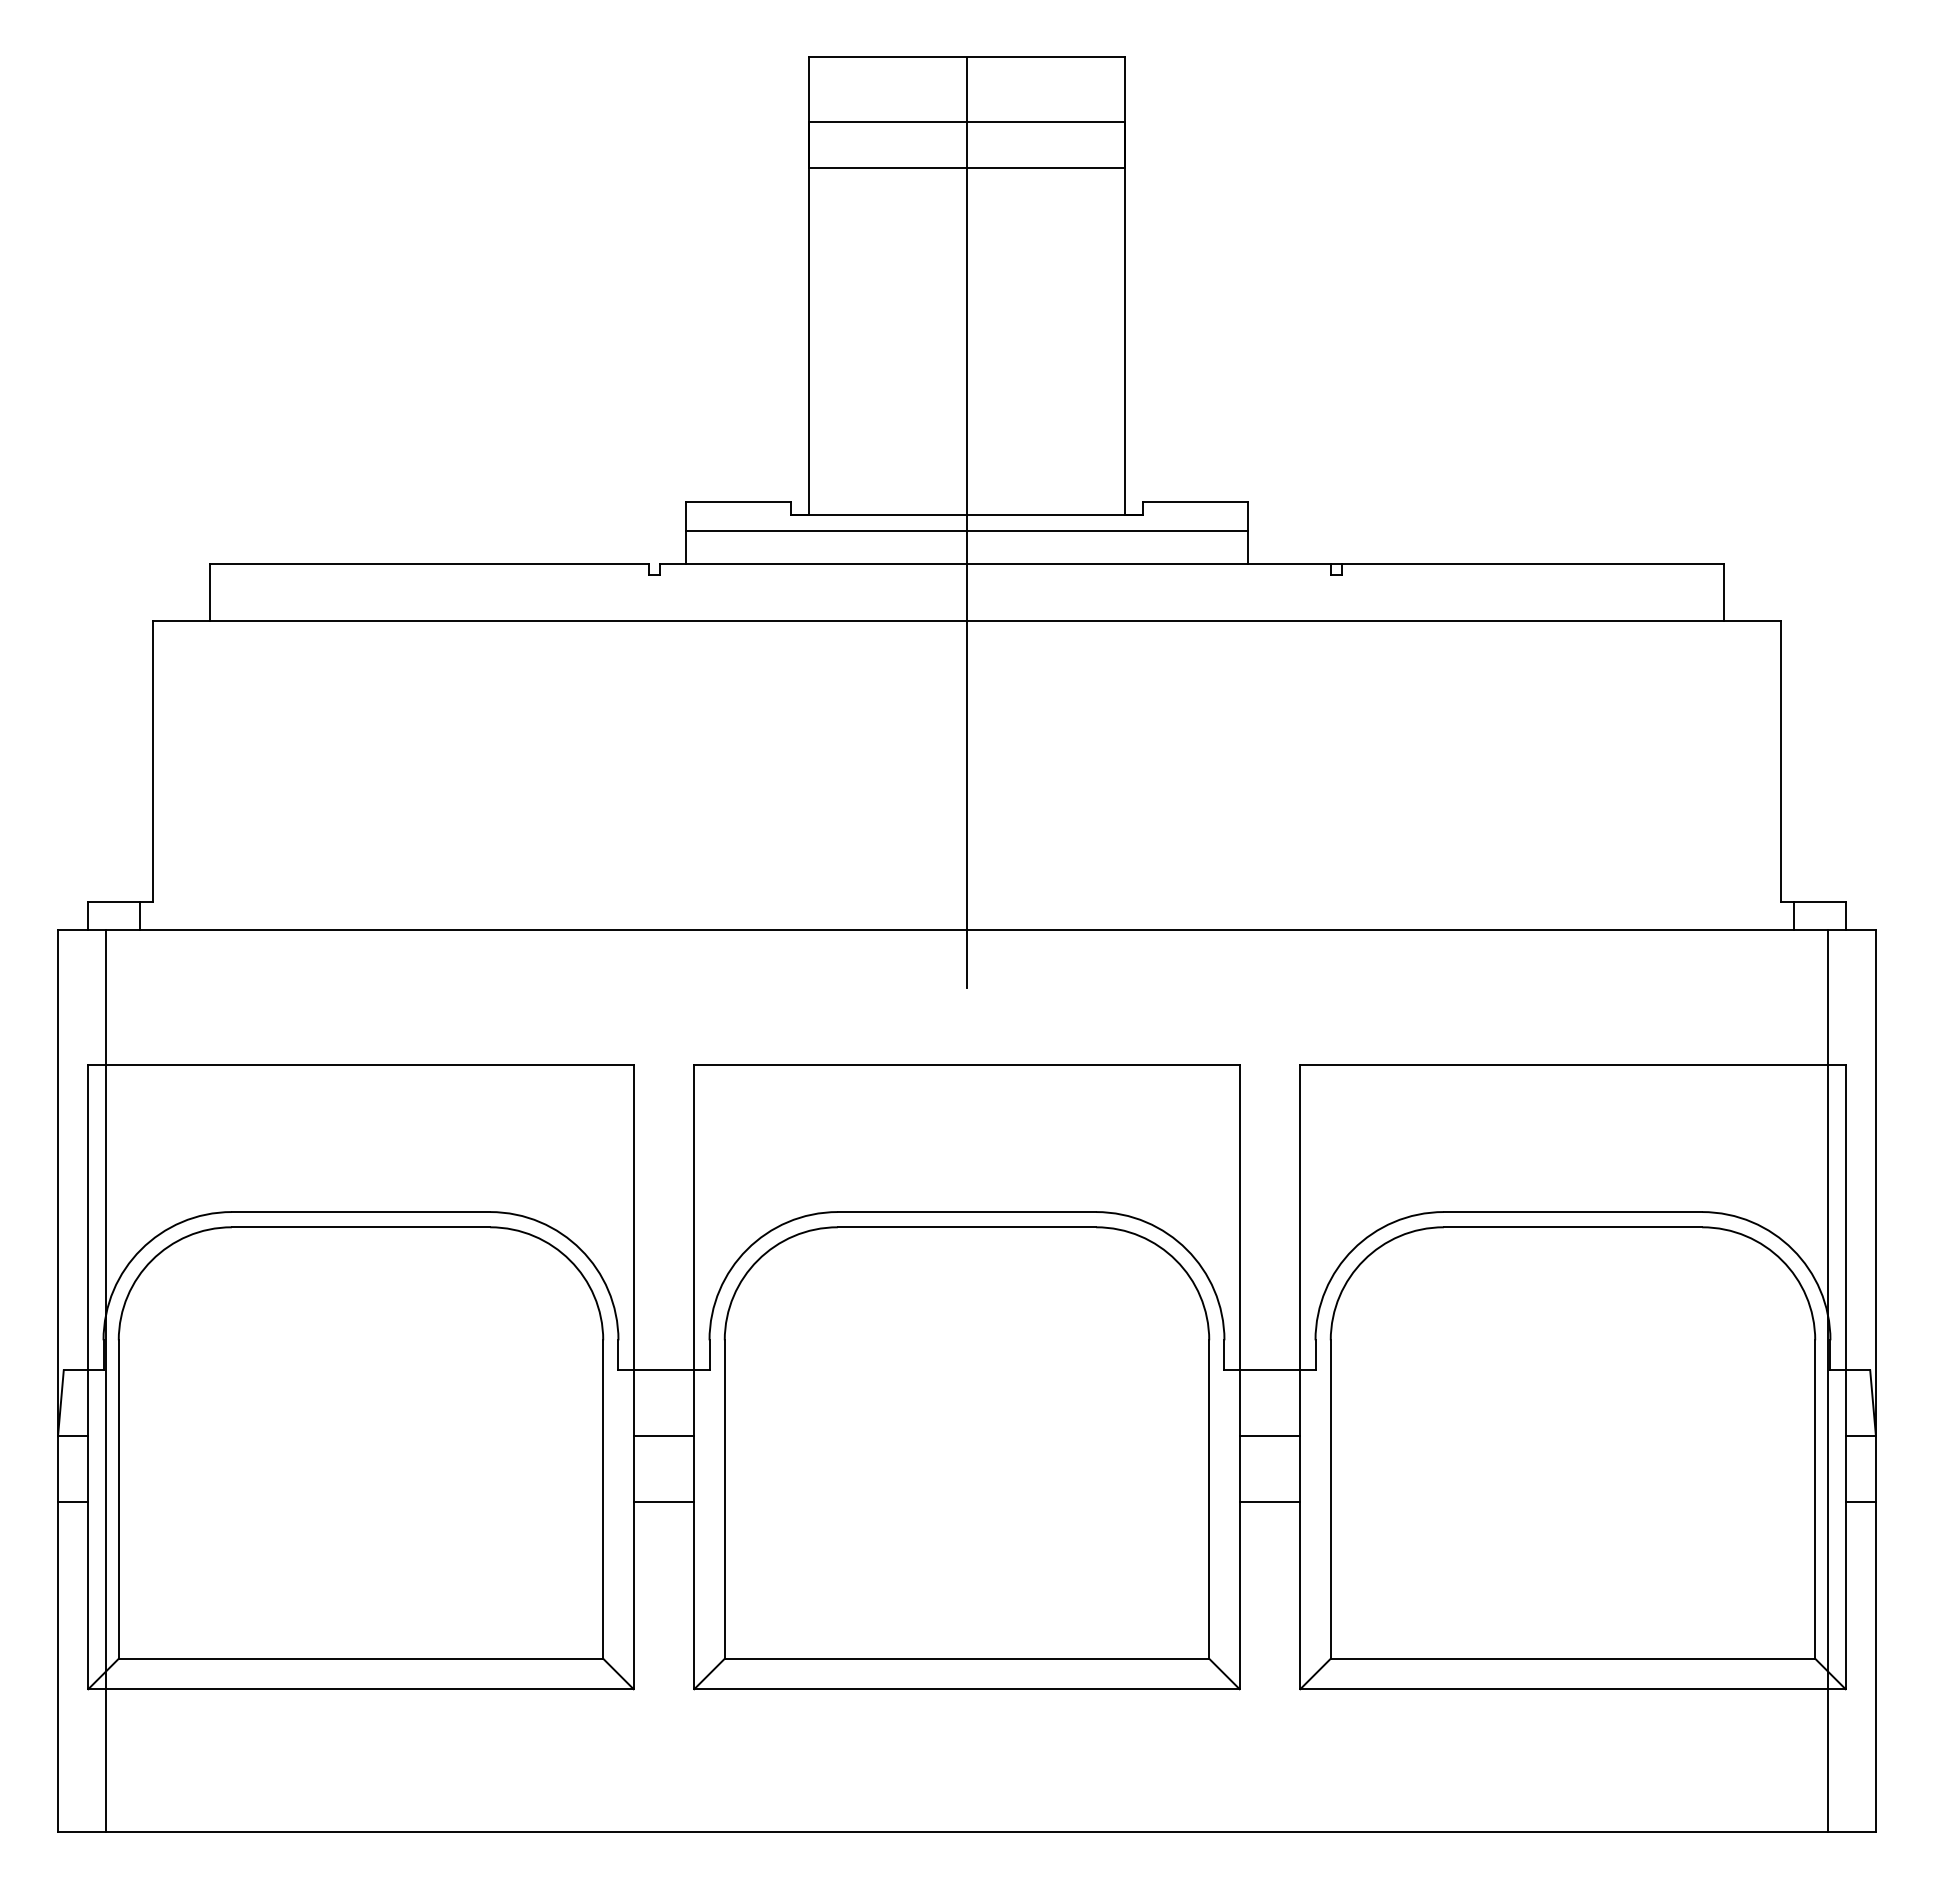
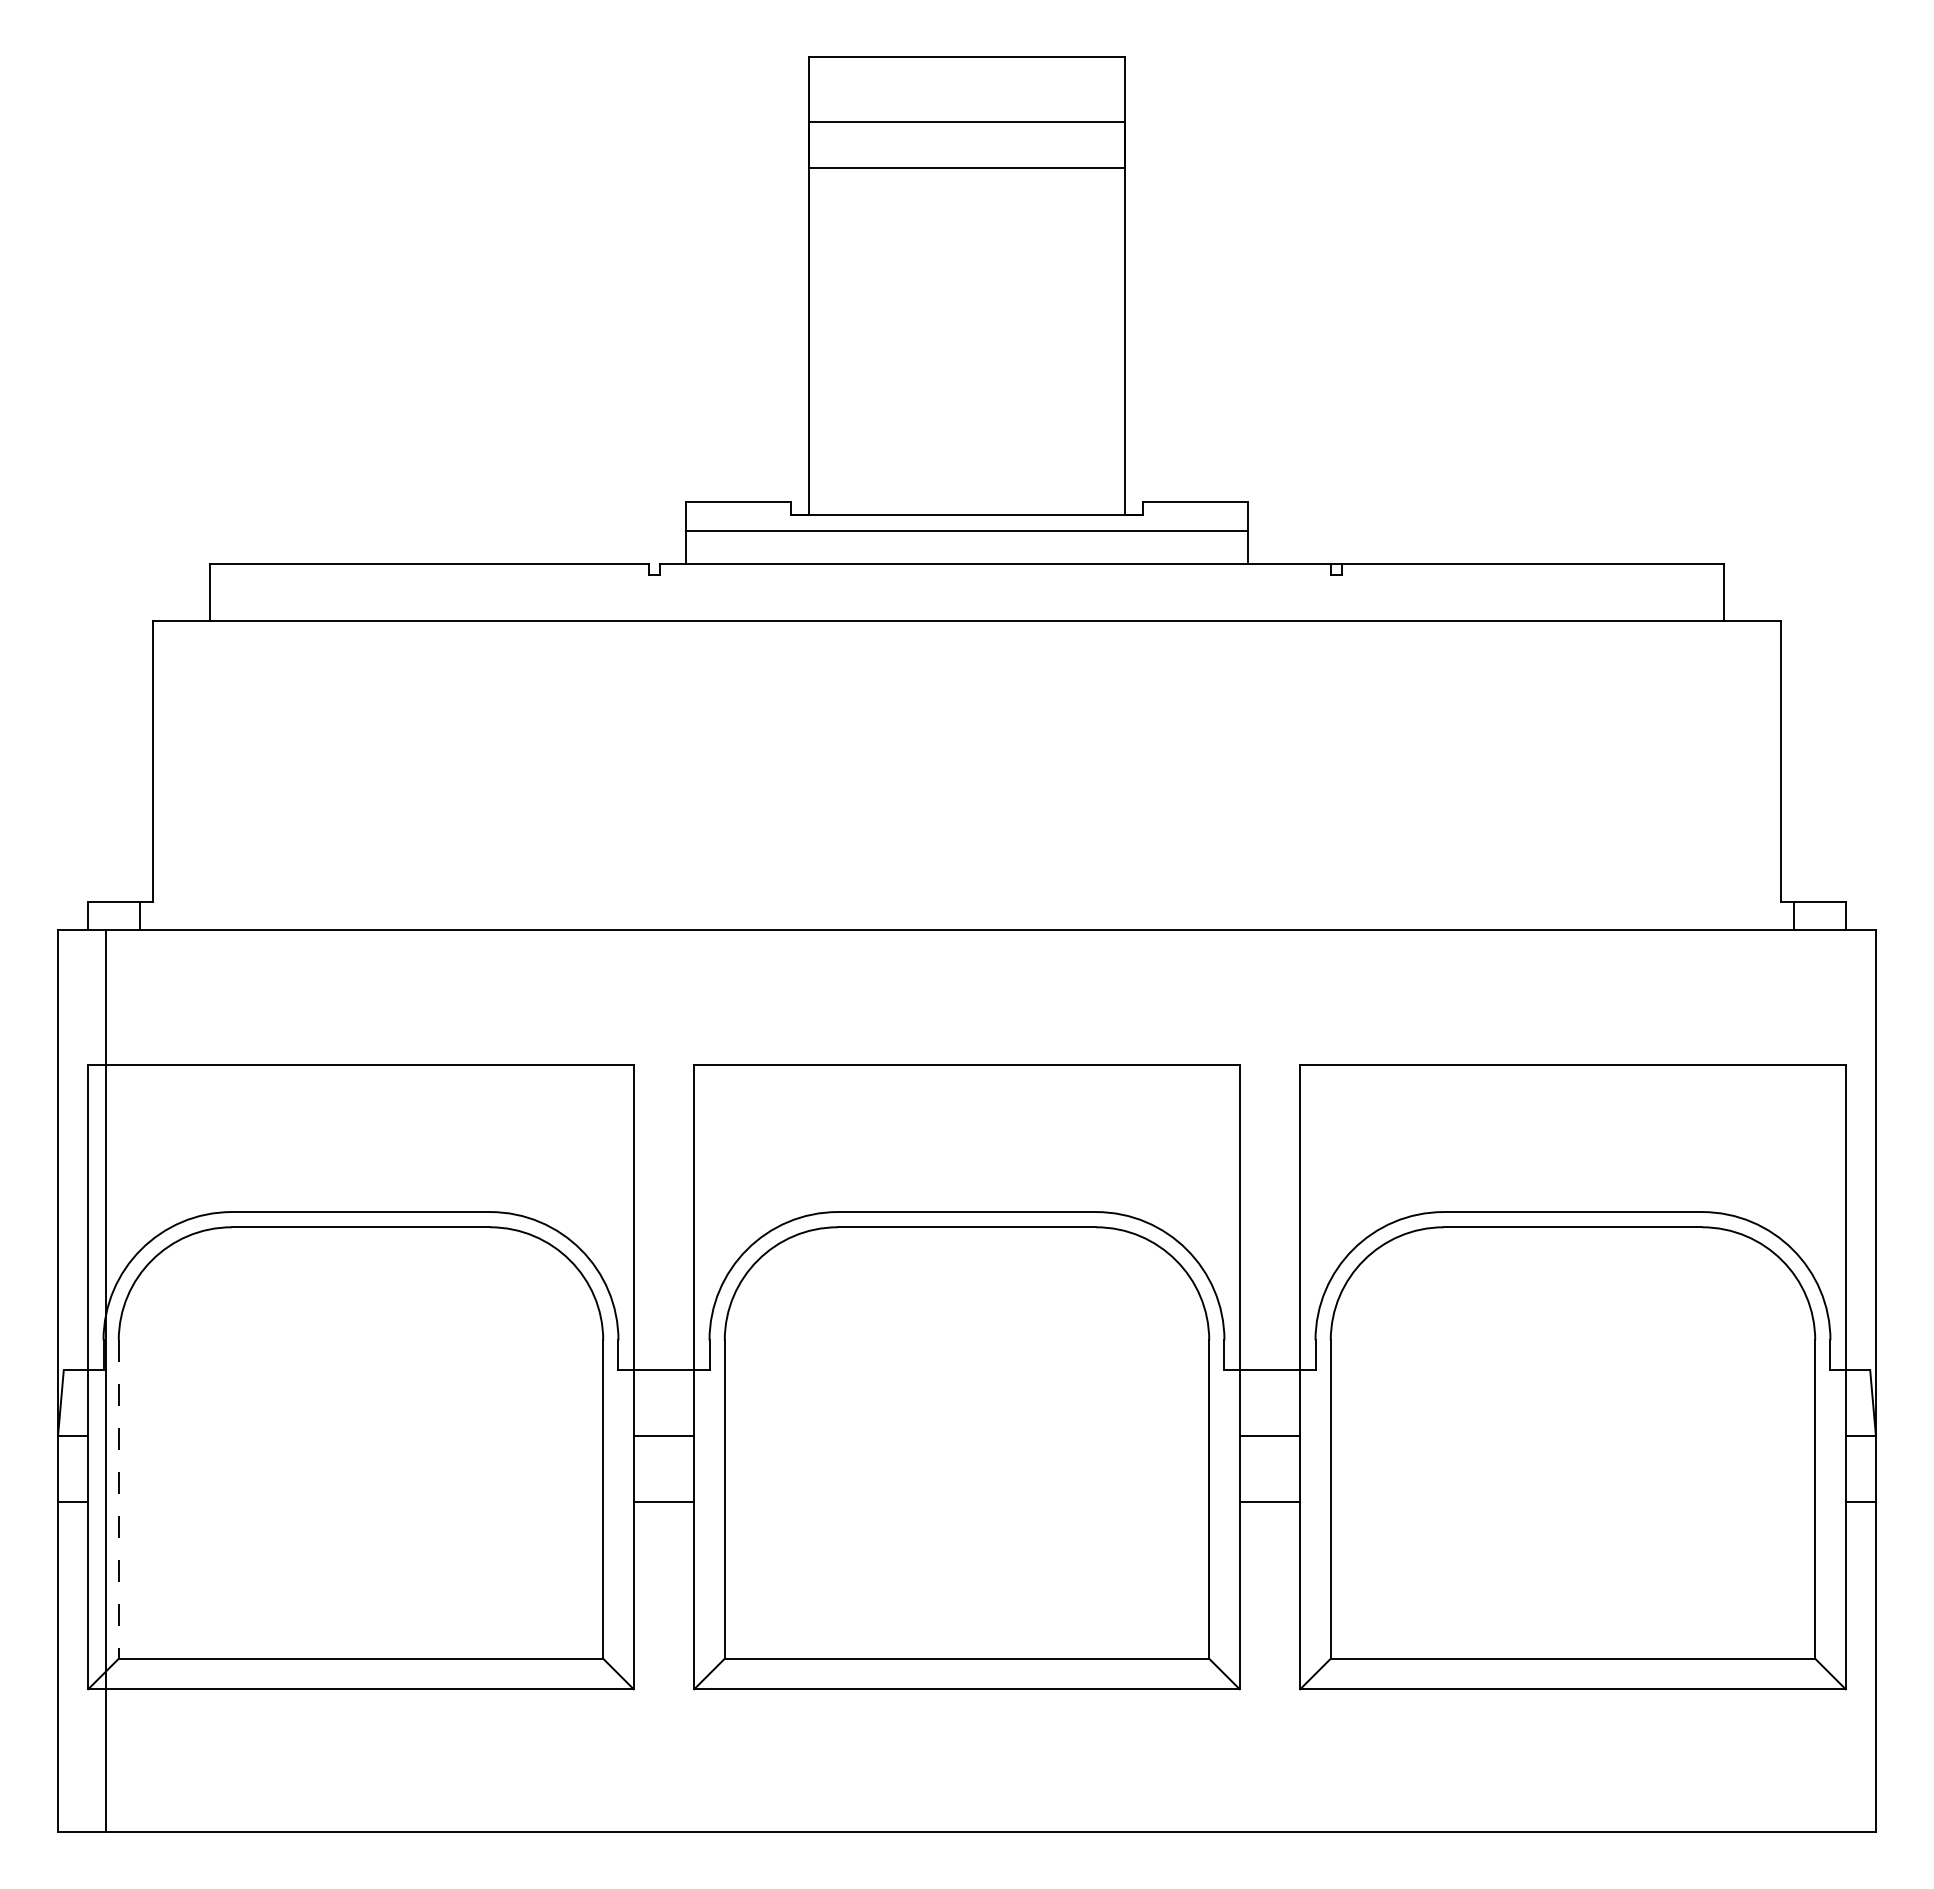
line at (966, 522): present -> none
line at (1827, 1381): present -> none
line at (118, 1500): solid -> dashed
